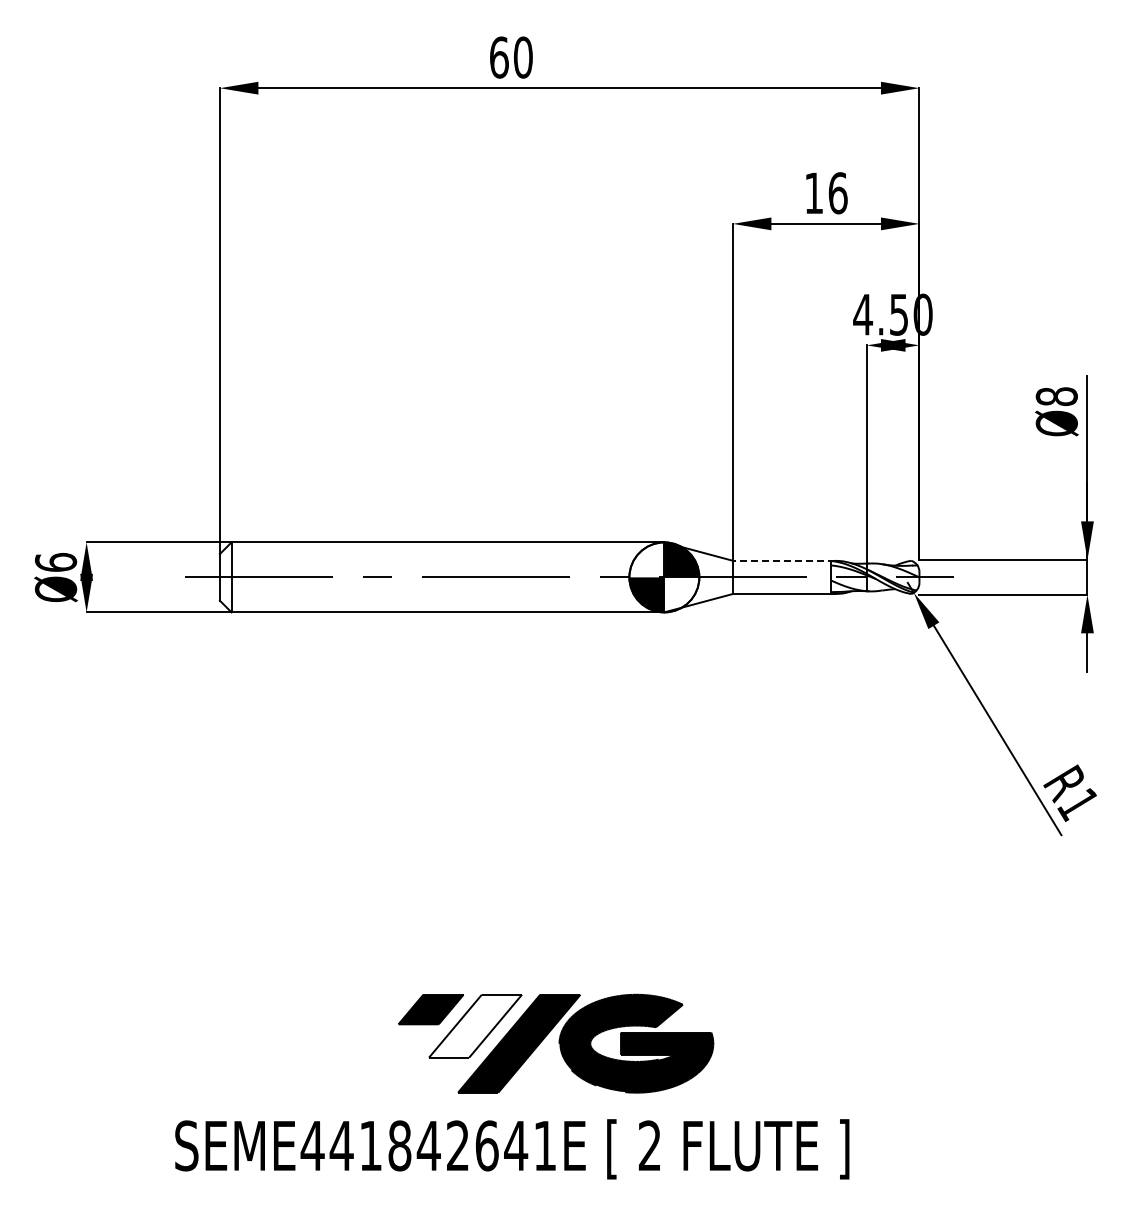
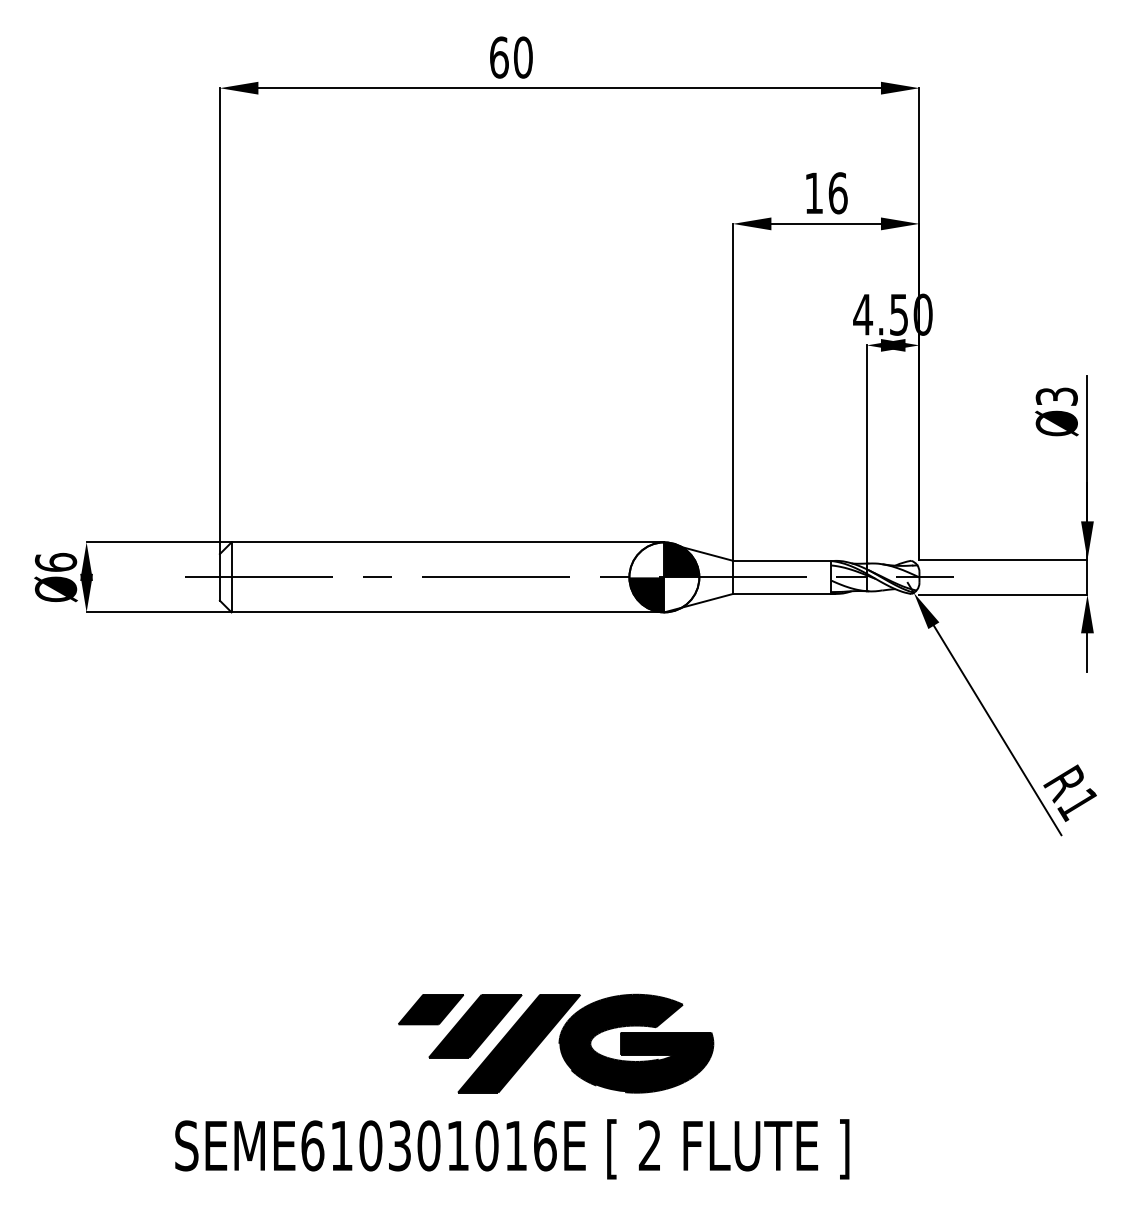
text at (1056, 396): Ø8 -> Ø3
line at (783, 560): dashed -> solid
fill at (475, 1025): none -> present
text at (428, 1145): SEME441842641E -> SEME610301016E
